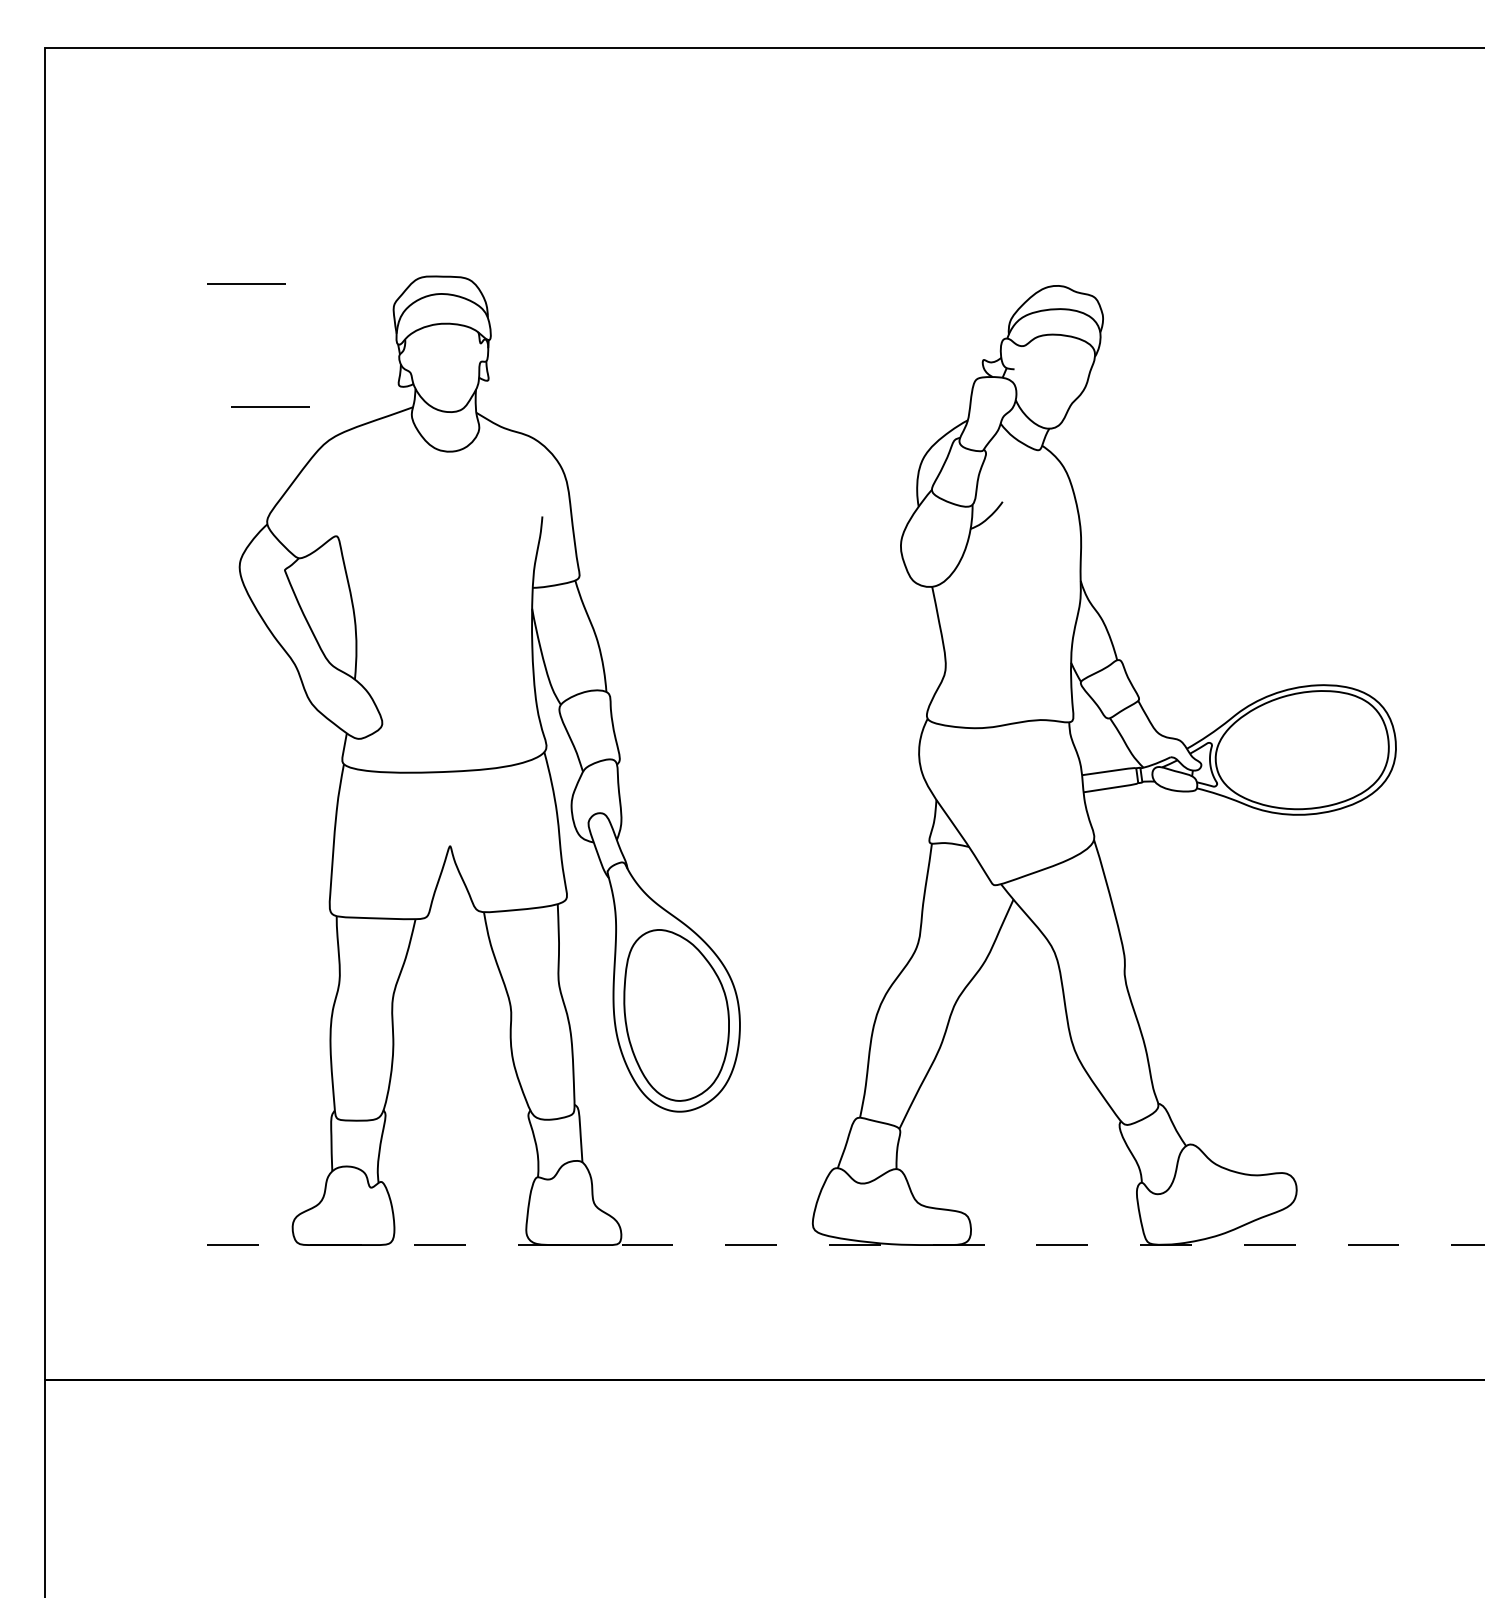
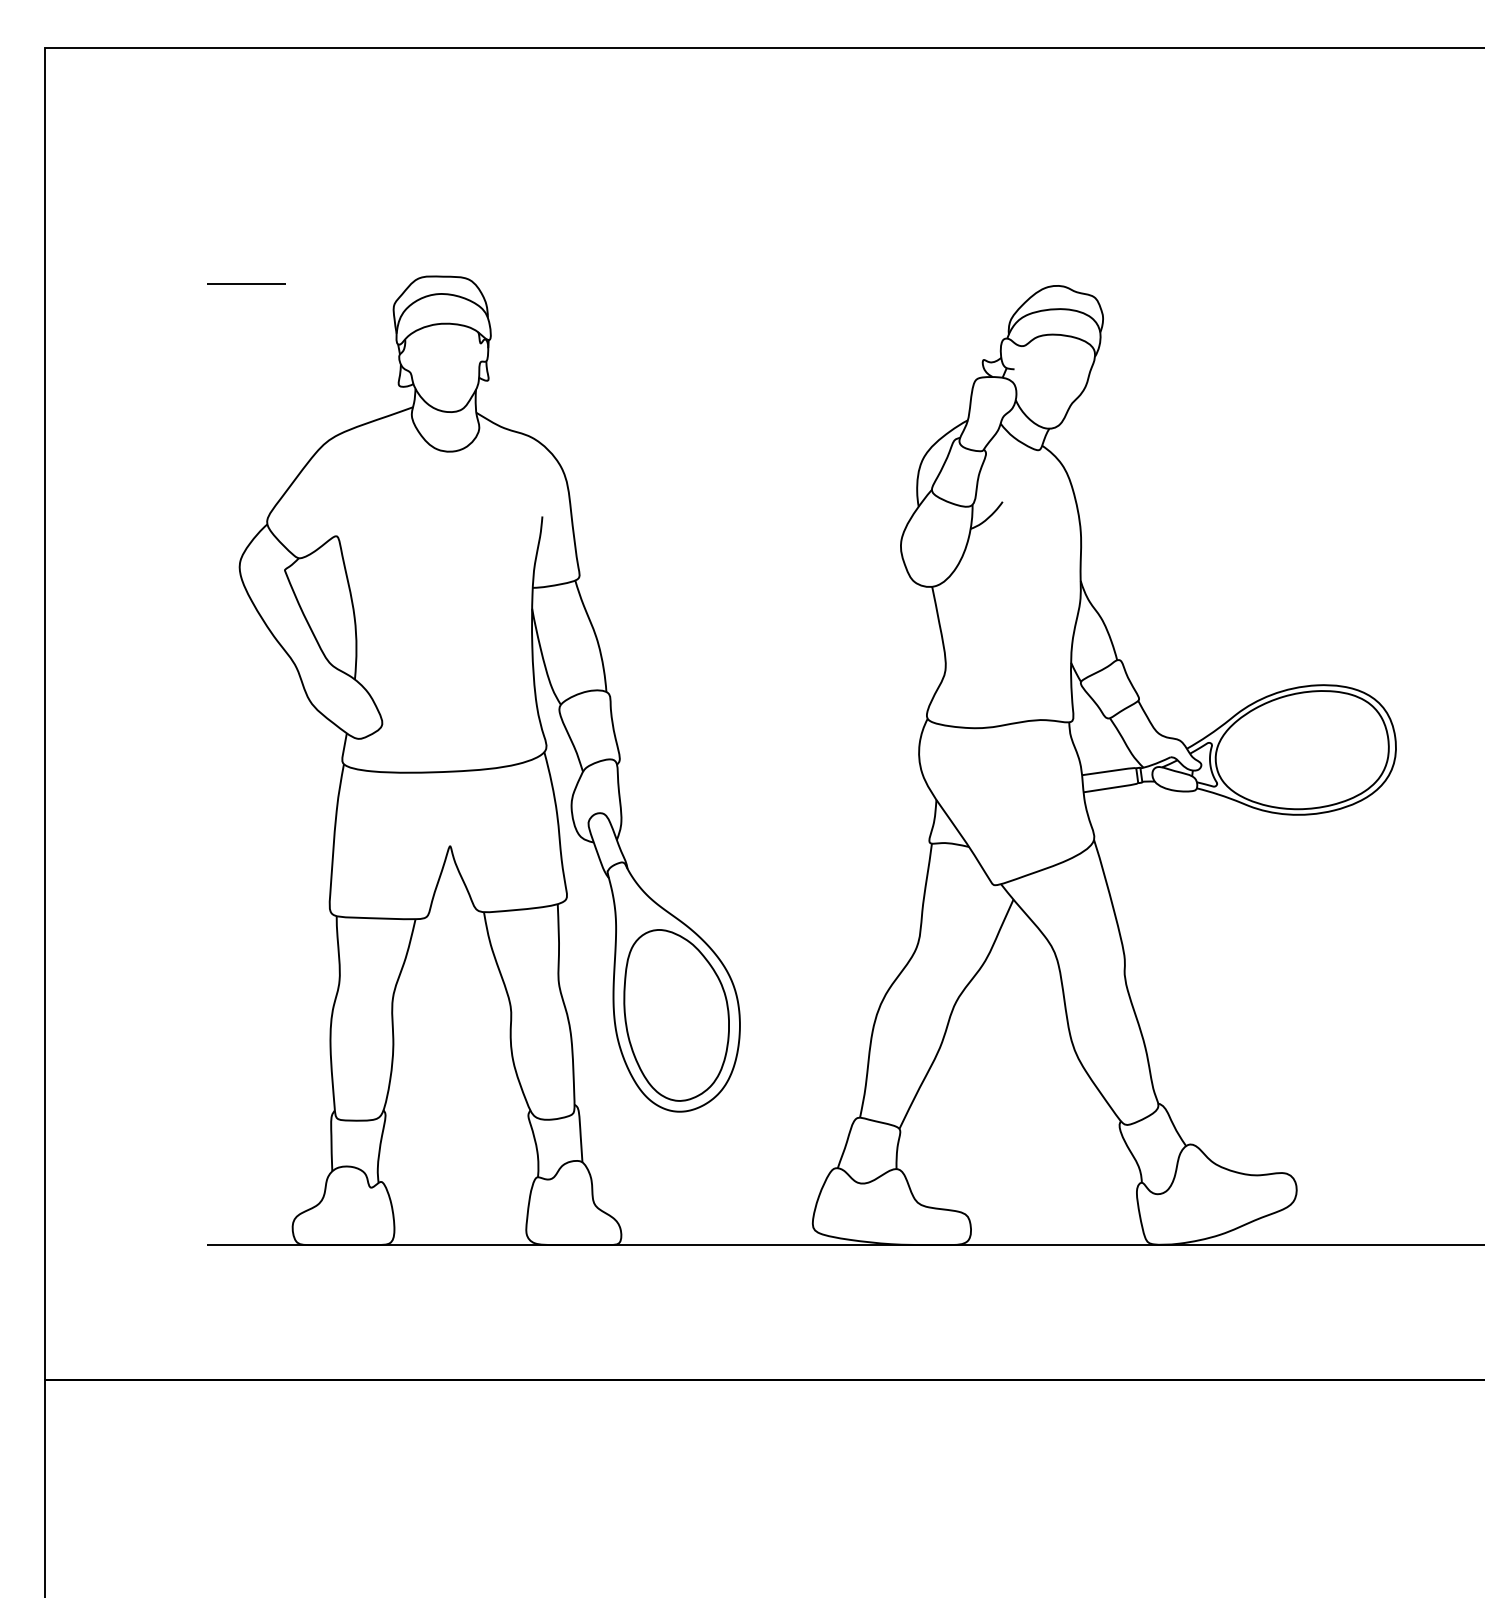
line at (270, 406): present -> none
line at (845, 1245): dashed -> solid
